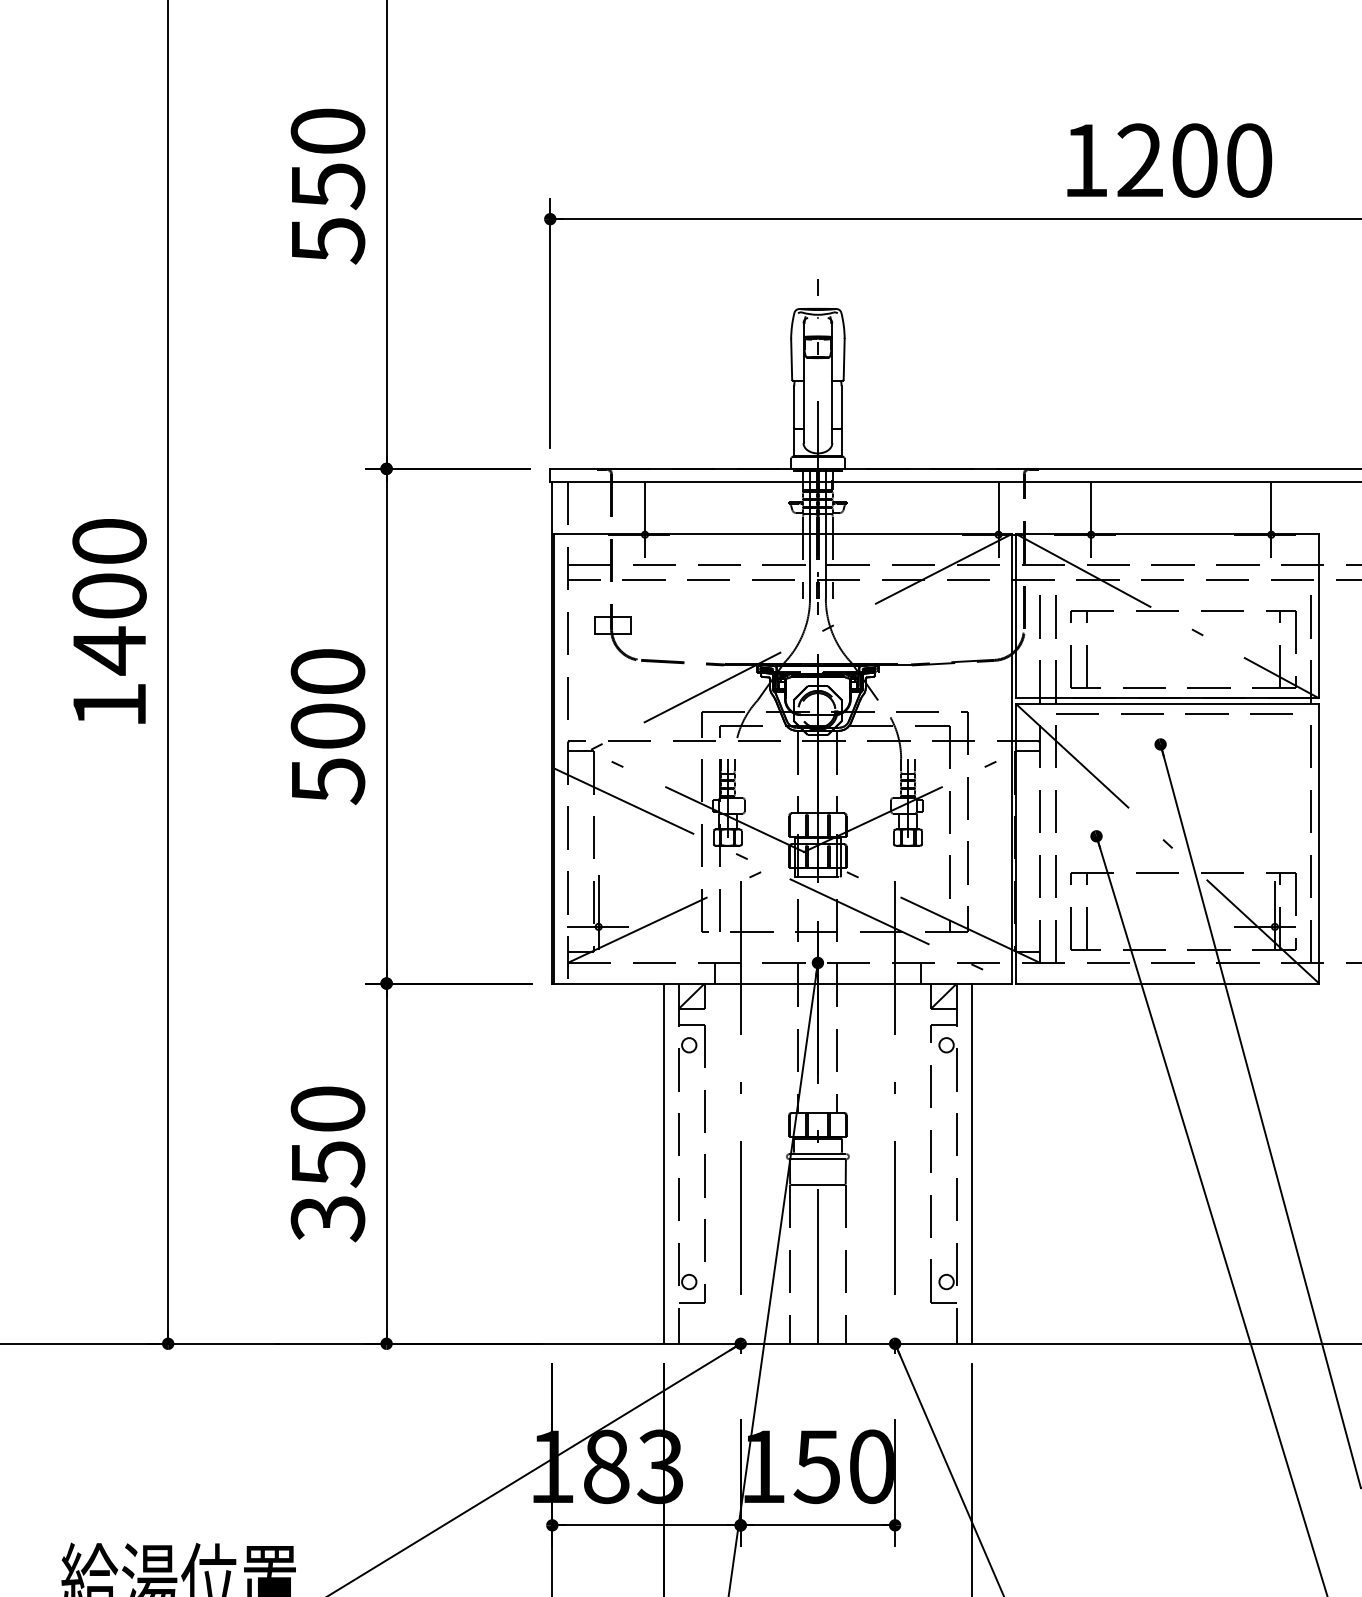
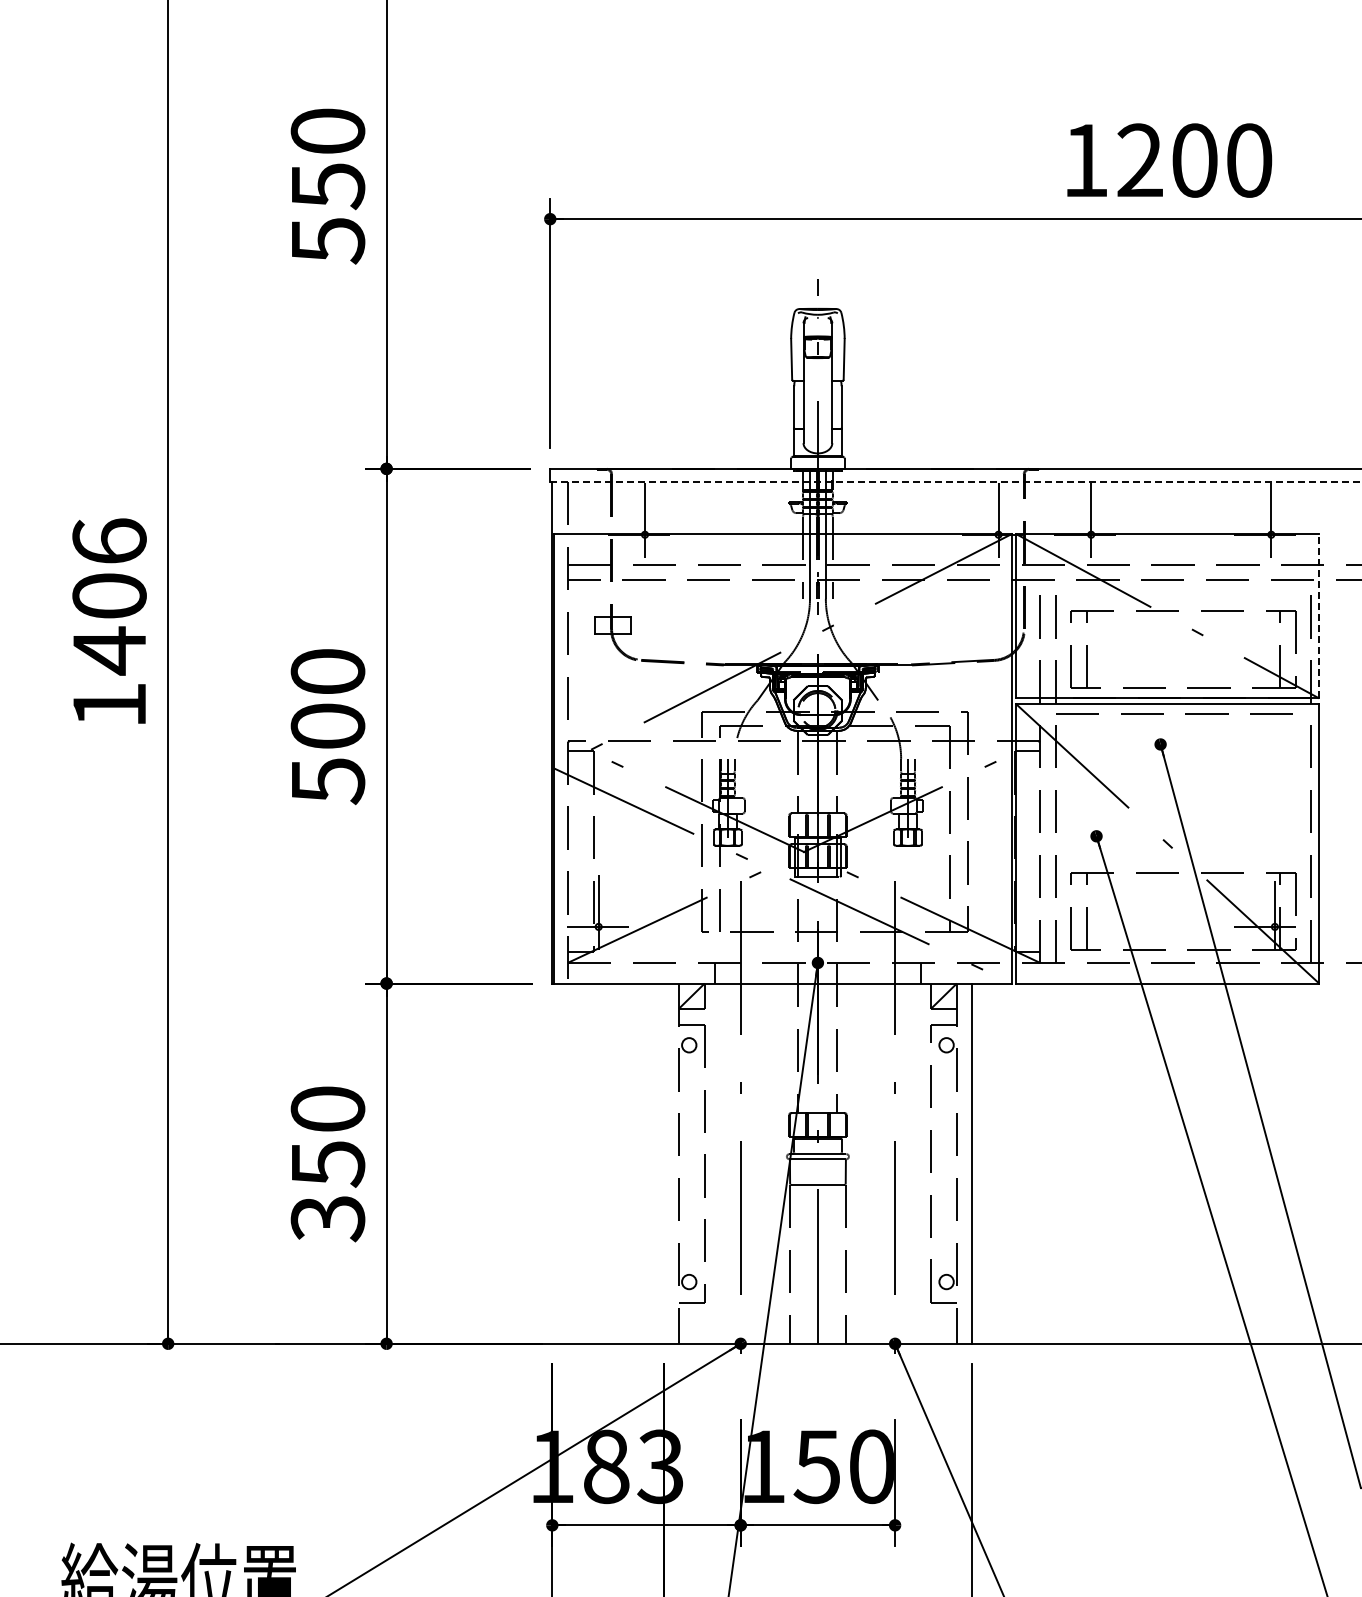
line at (956, 482): solid -> dashed
text at (109, 540): 1400 -> 1406
line at (1319, 615): solid -> dashed
line at (663, 1163): present -> none
